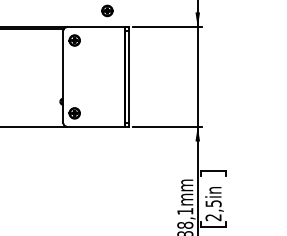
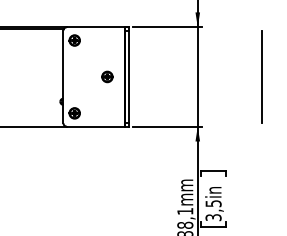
part at (107, 10) position: (107, 10) -> (107, 76)
line at (261, 76): none -> present
text at (213, 217): 2,5in -> 3,5in
